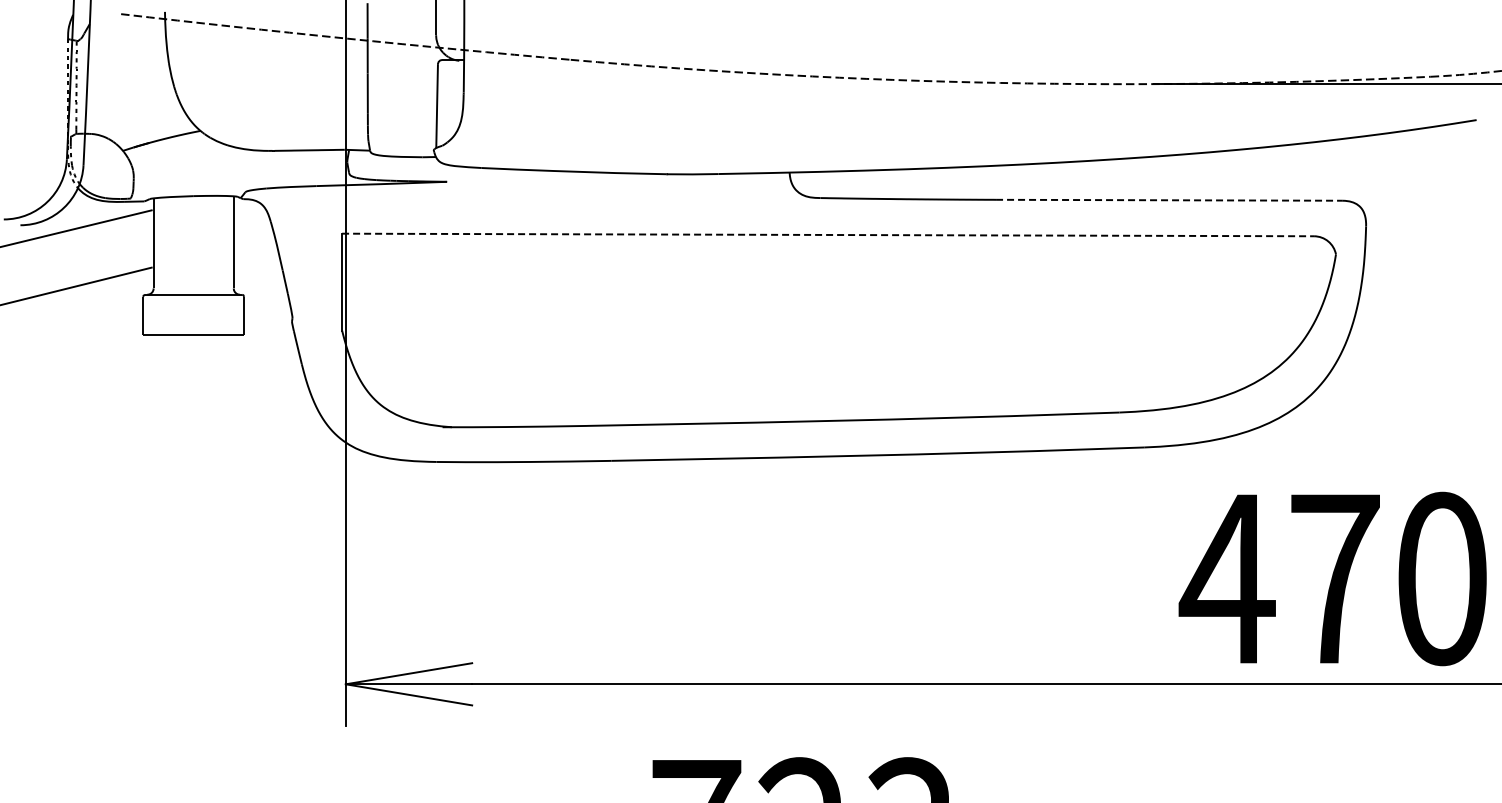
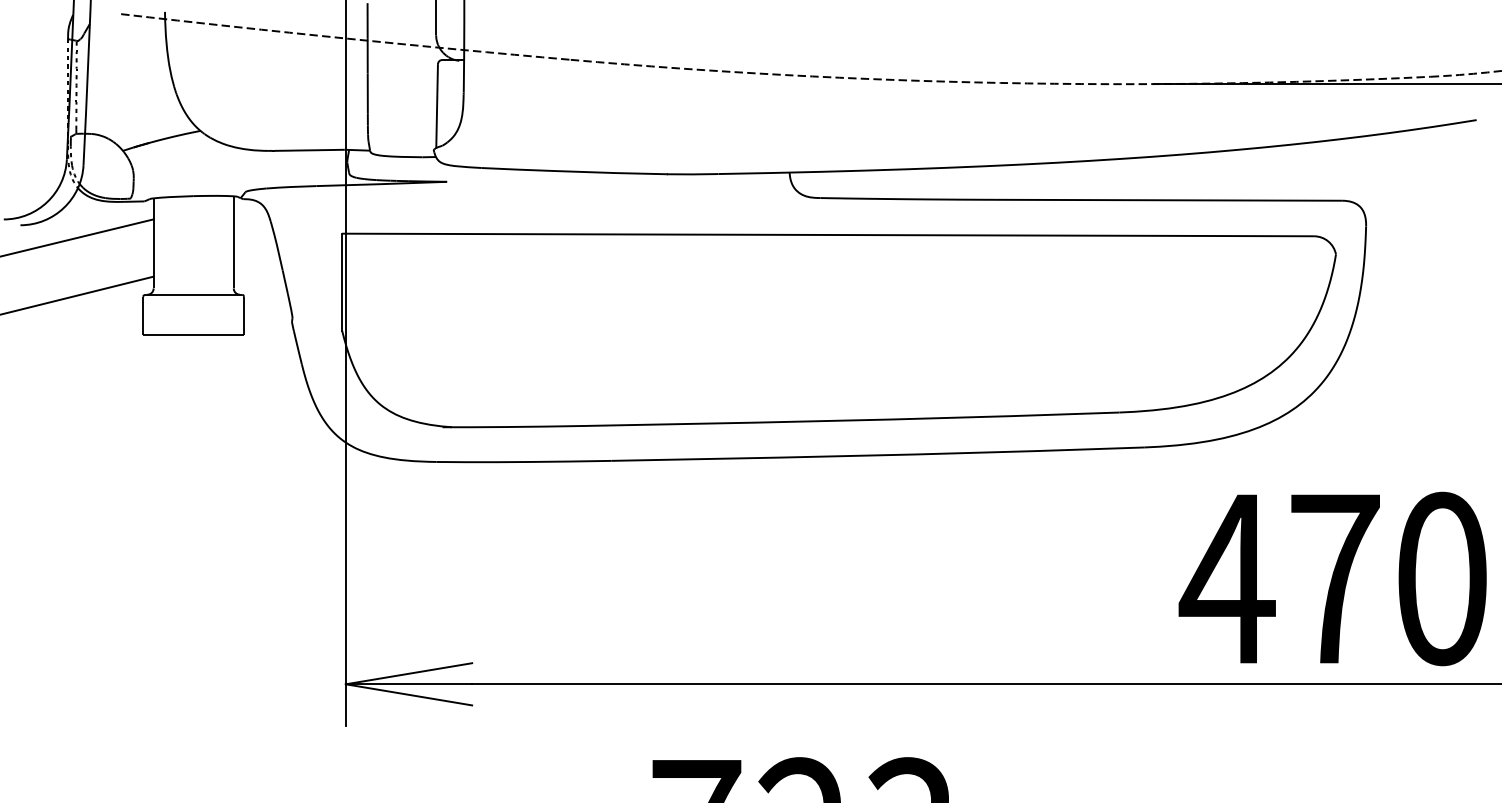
line at (1169, 200): dashed -> solid
line at (76, 228) position: (76, 228) -> (77, 237)
line at (828, 234): dashed -> solid
line at (76, 285) position: (76, 285) -> (77, 295)
